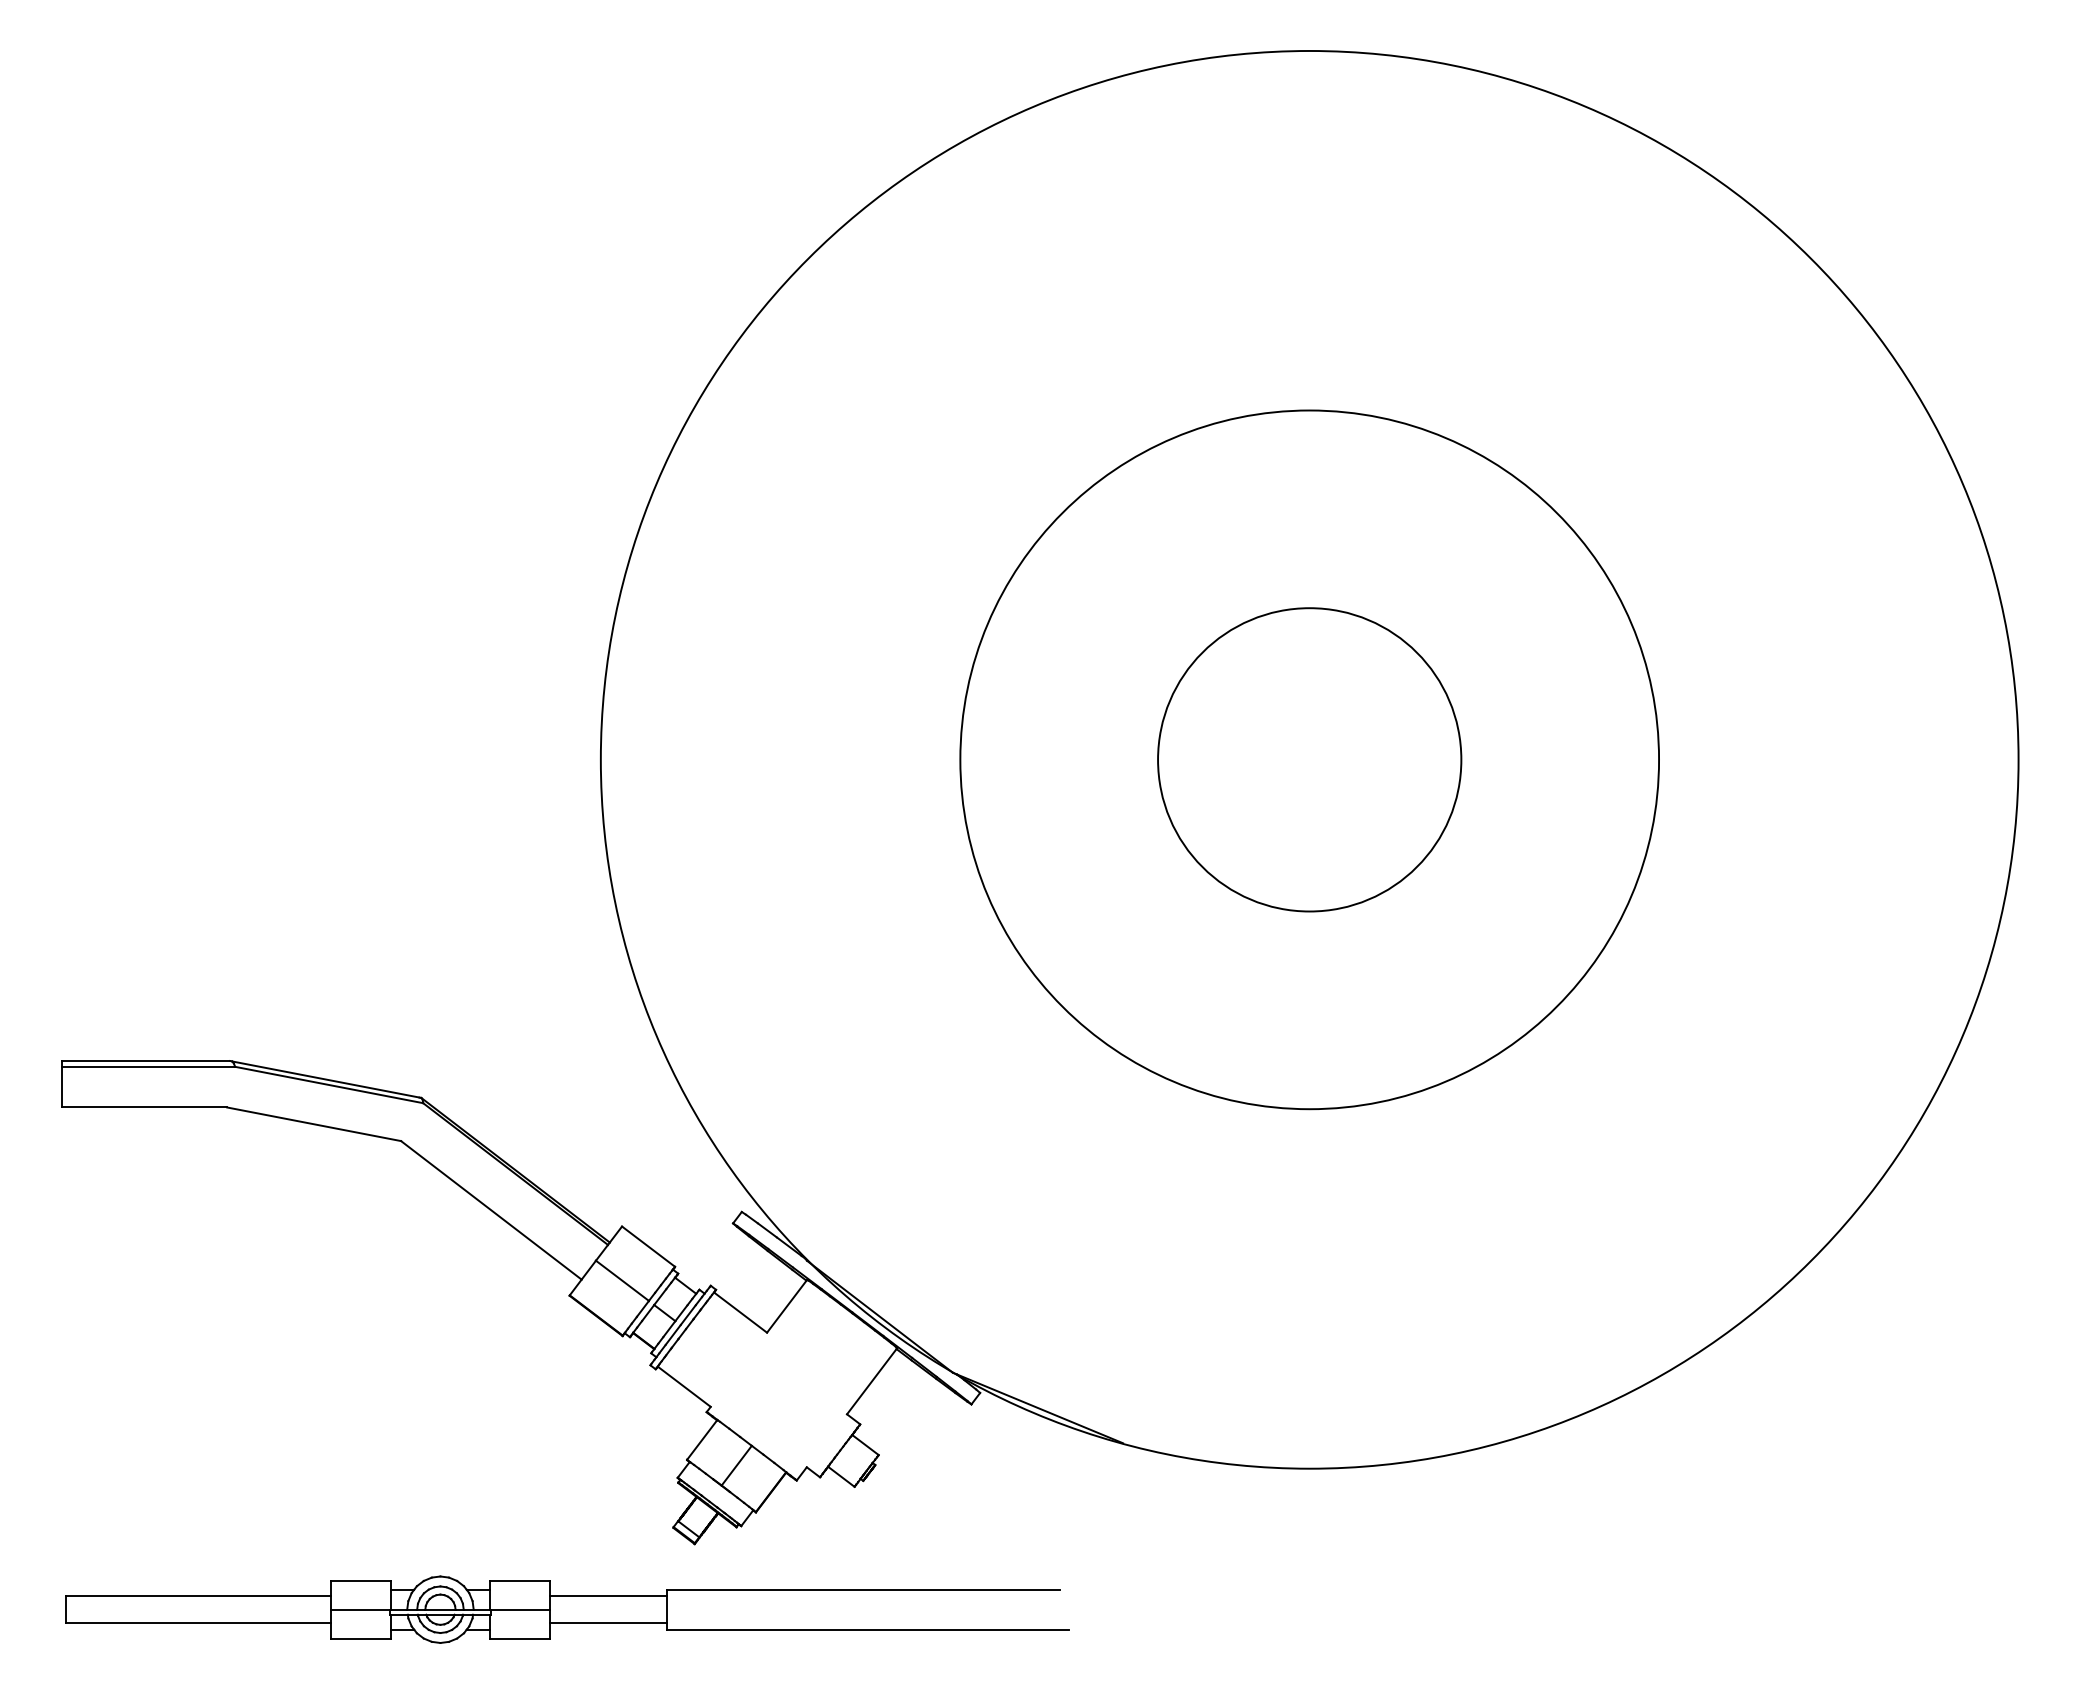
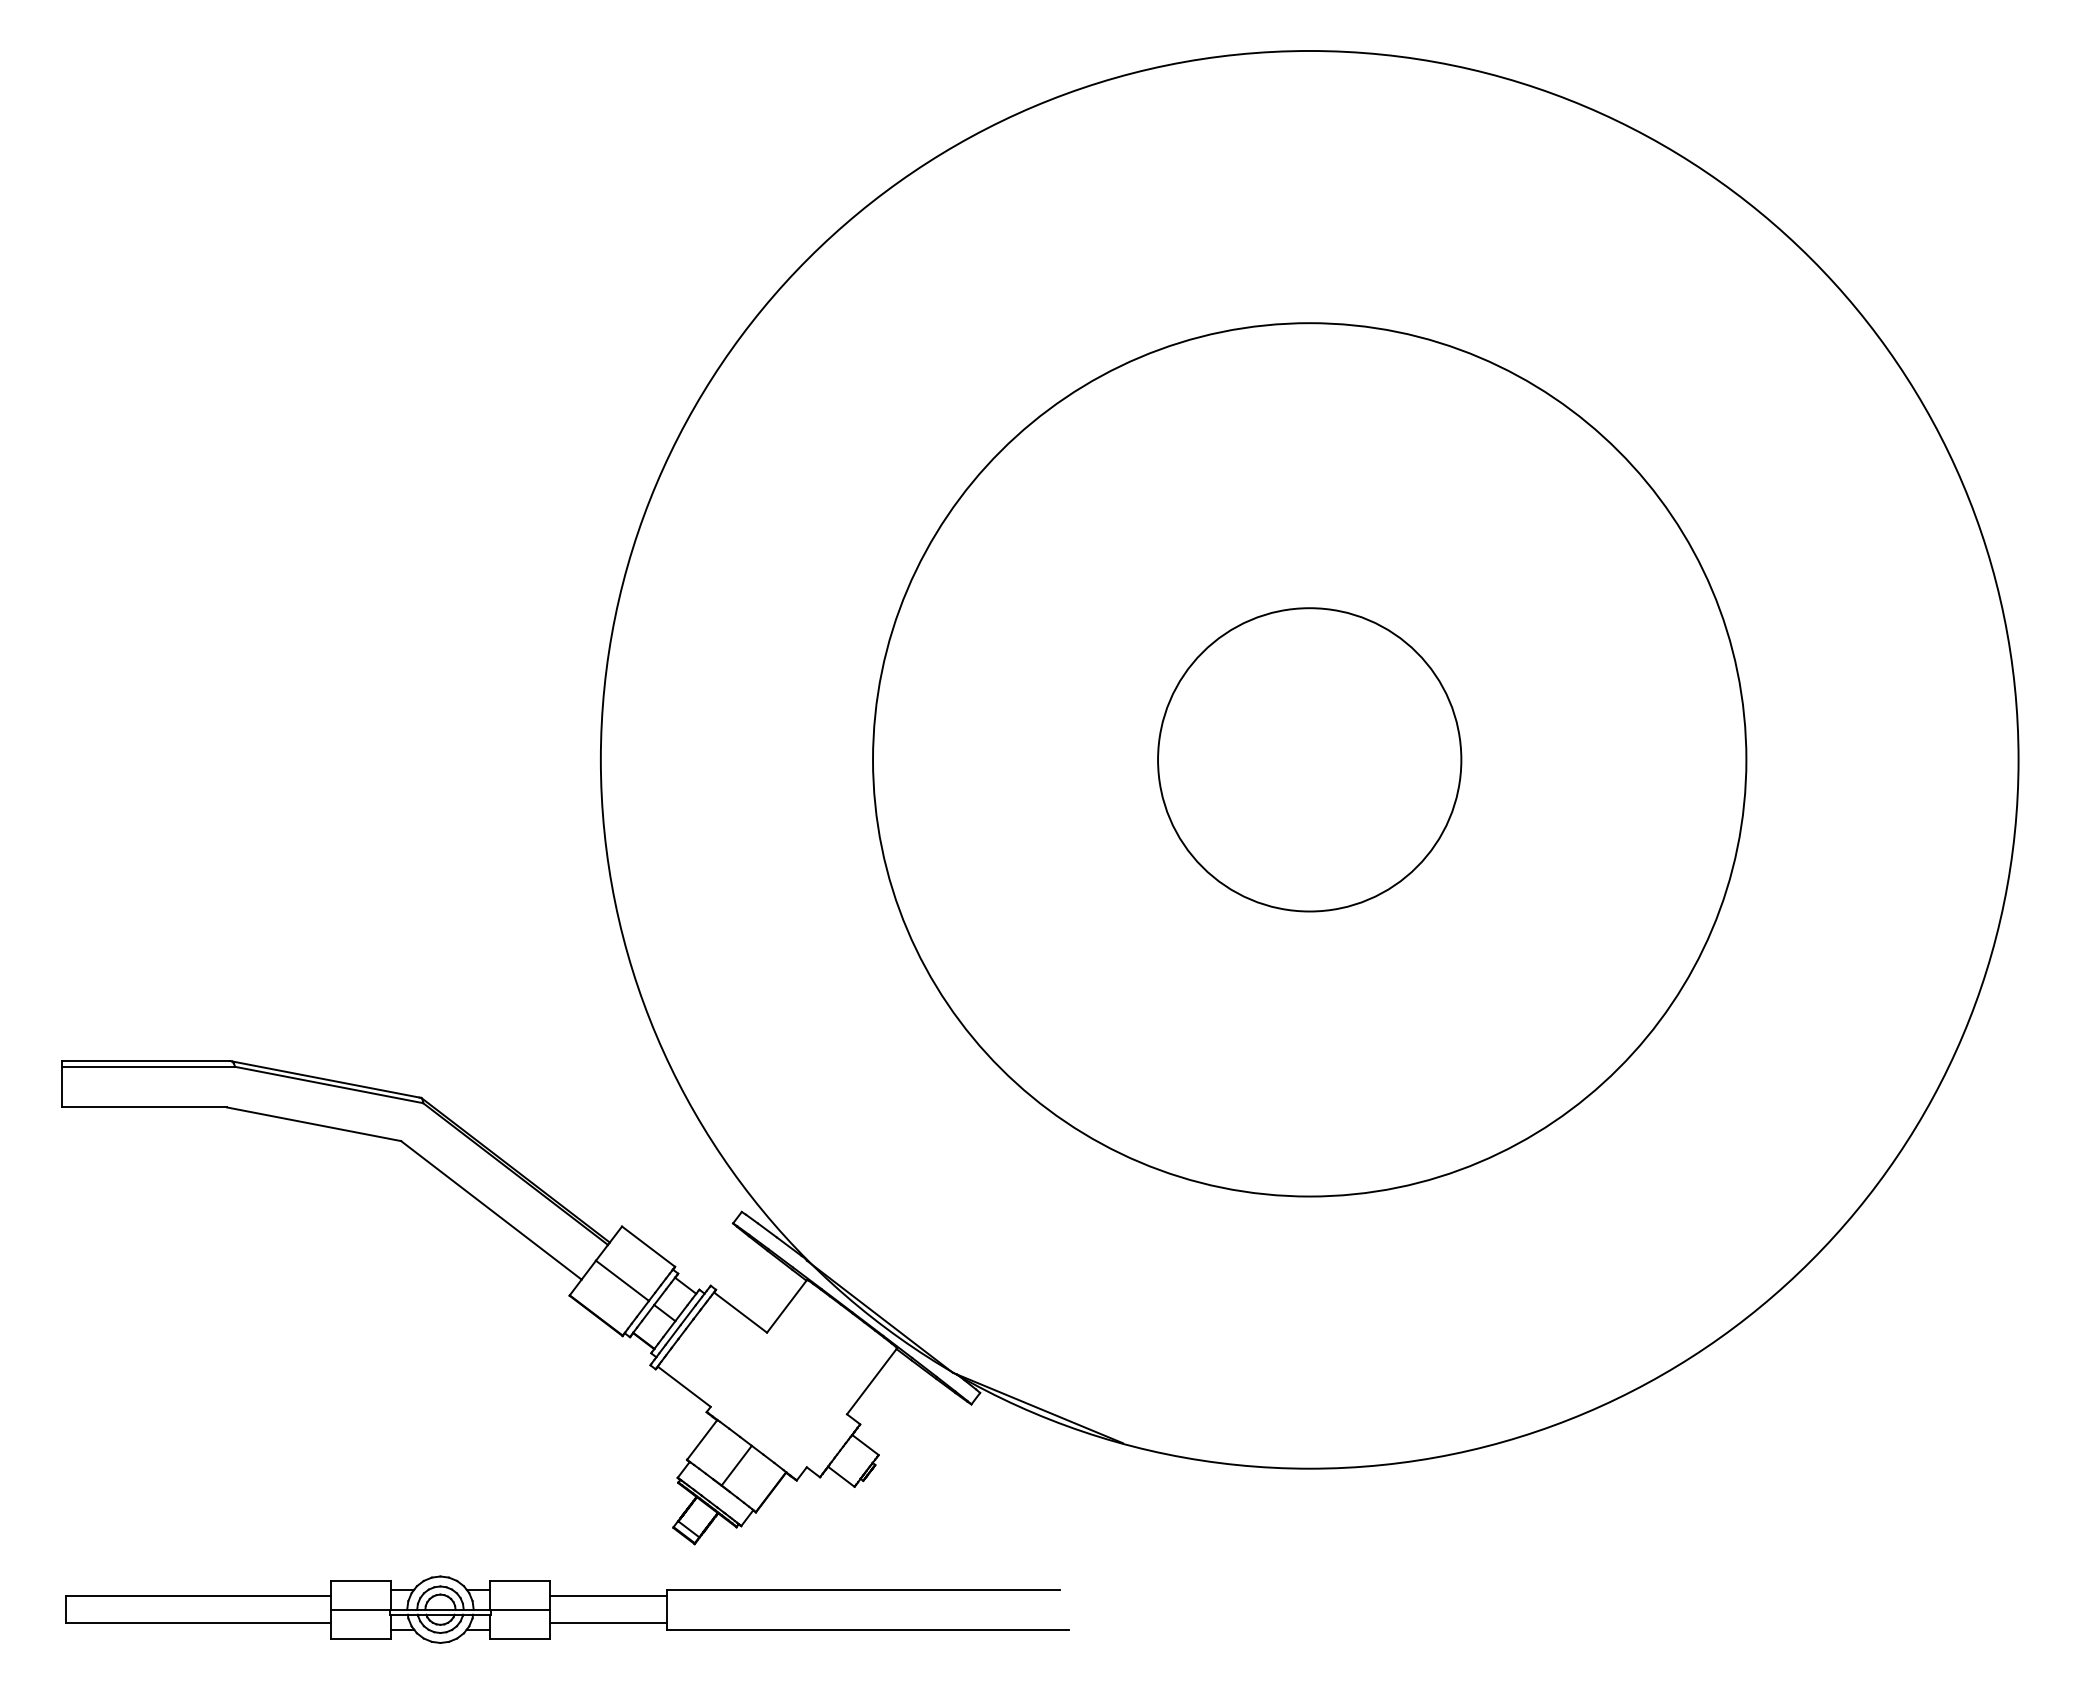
circle at (1309, 759) diameter: 699 px -> 873 px
